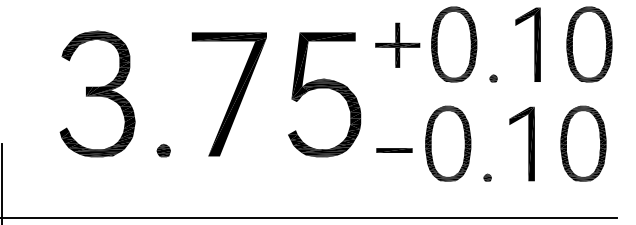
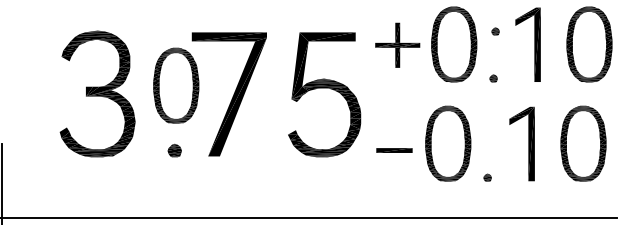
part at (495, 31): none -> present
part at (176, 85): none -> present
part at (163, 150) position: (163, 150) -> (174, 150)
